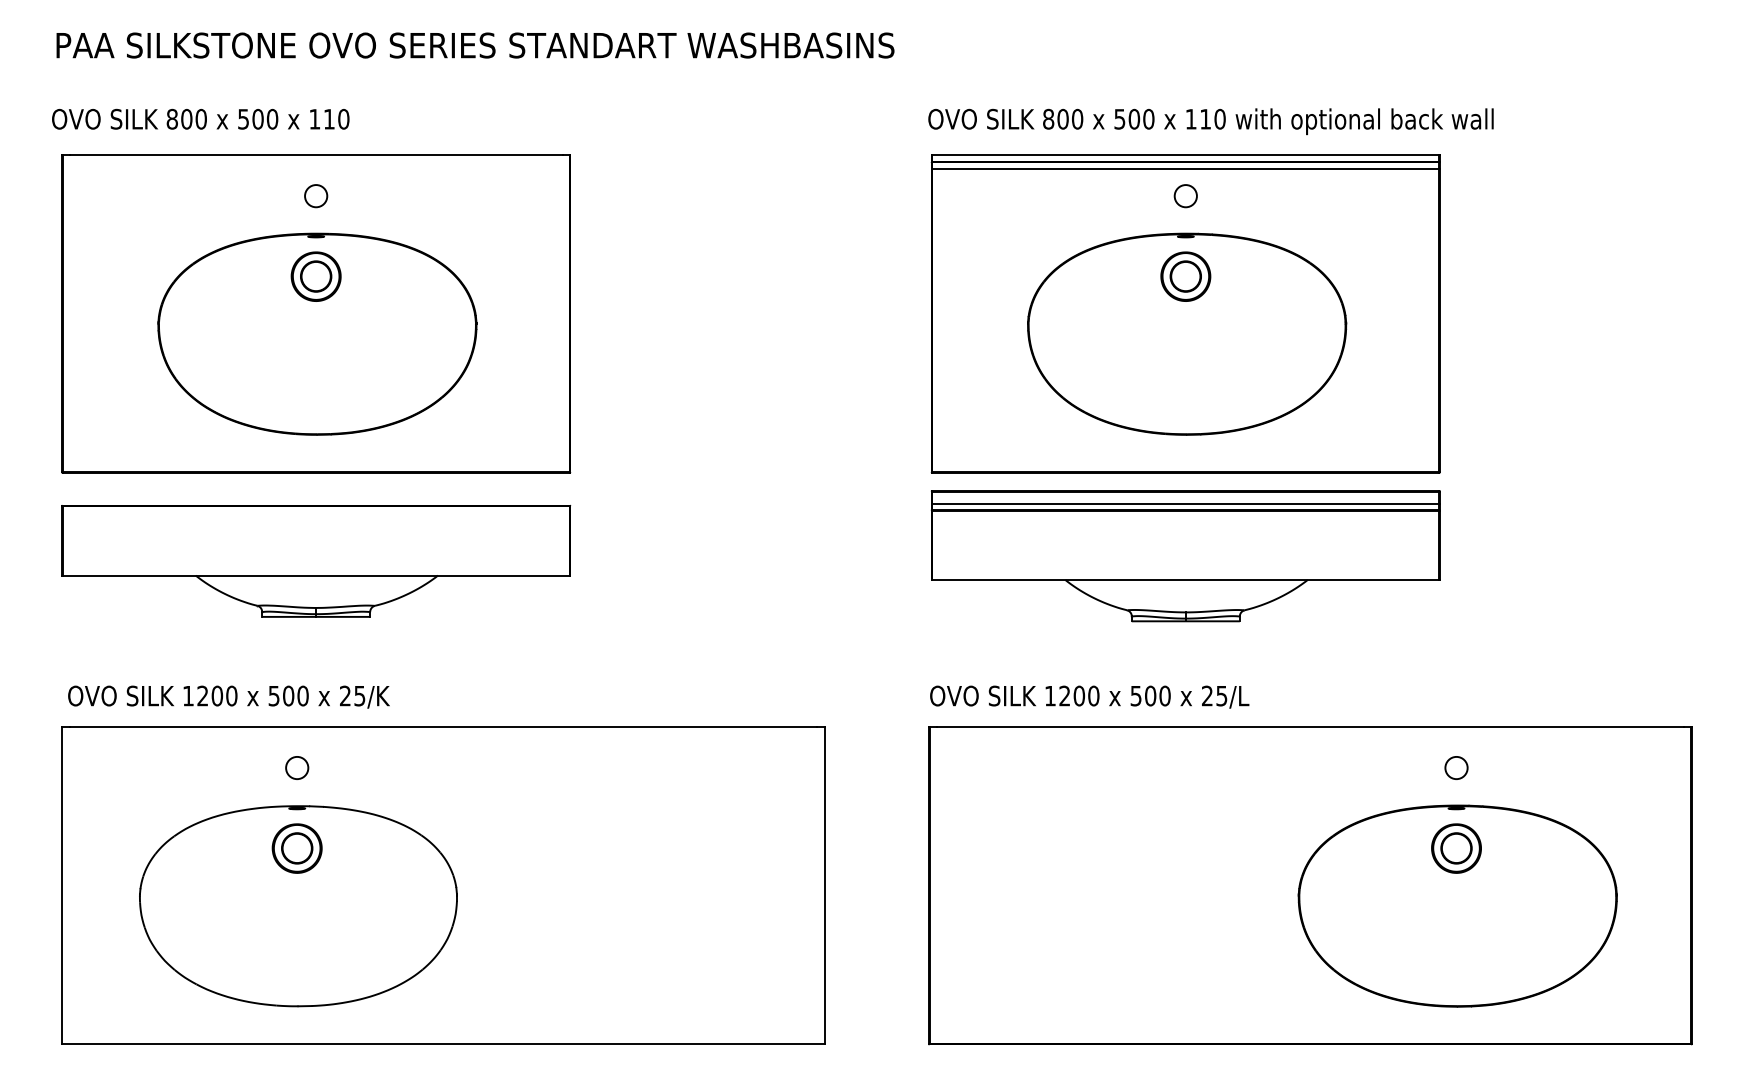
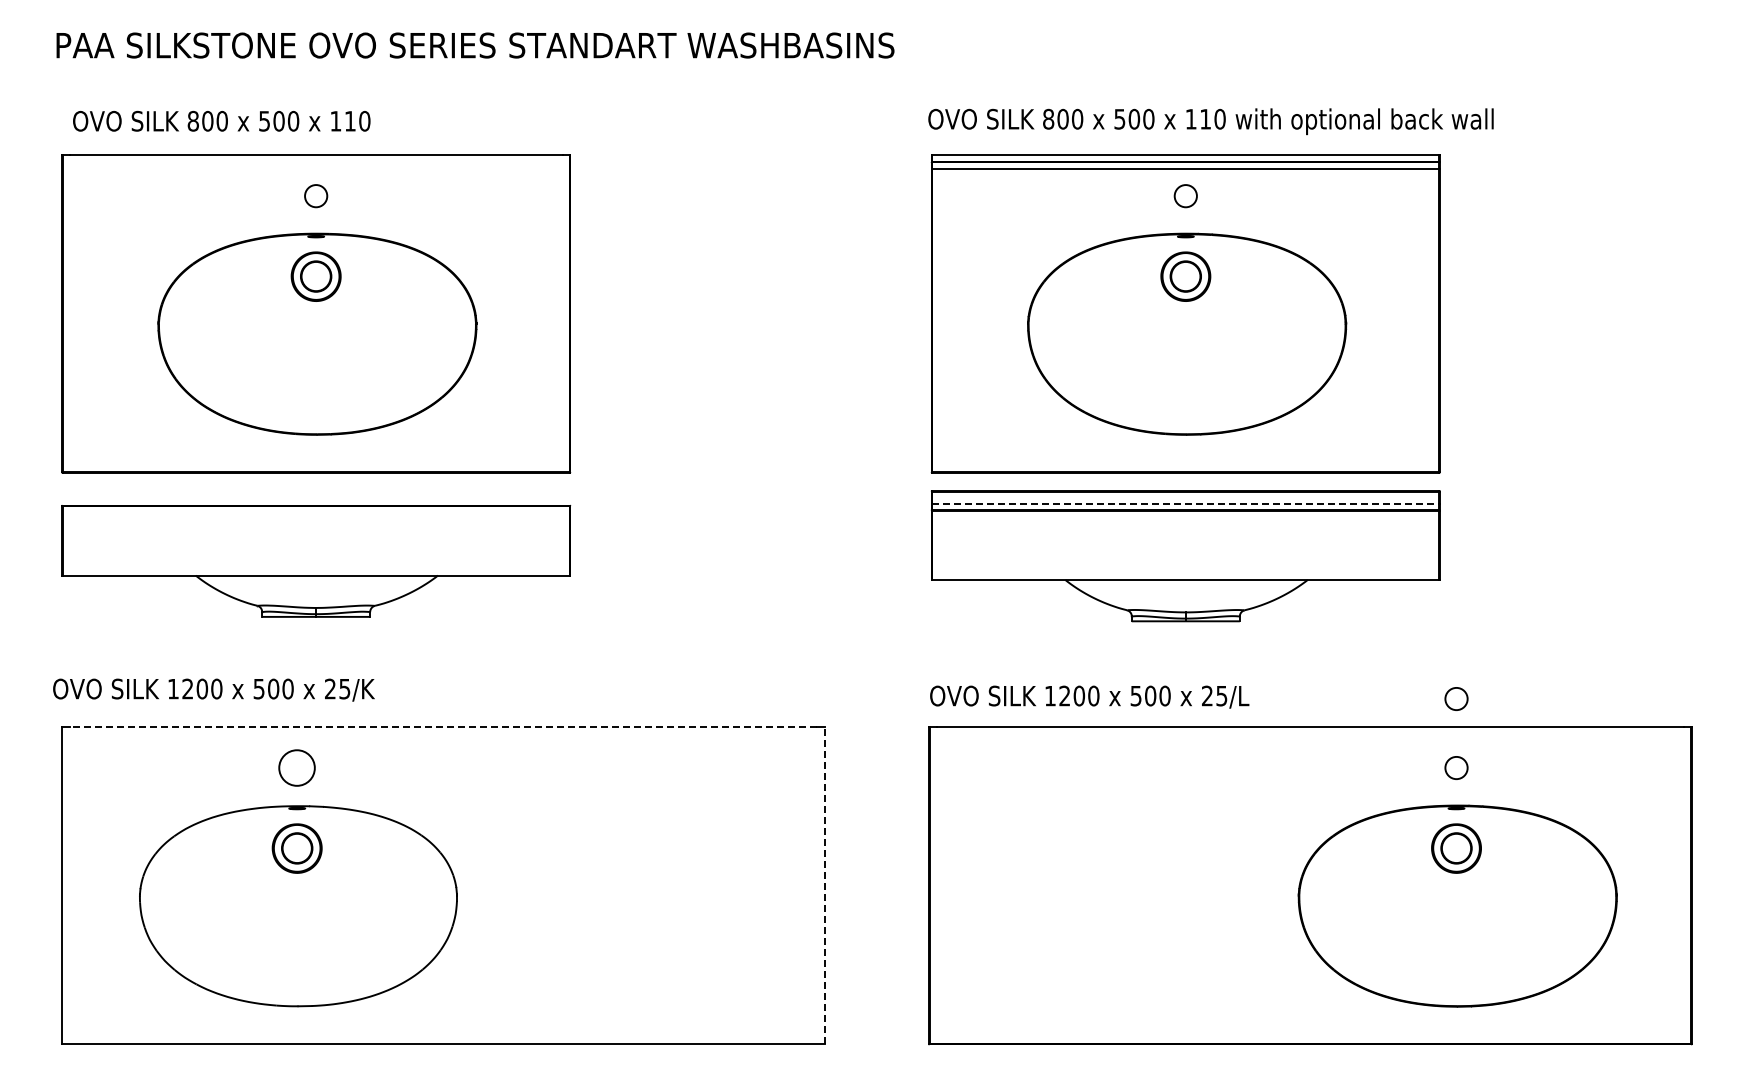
text at (200, 118) position: (200, 118) -> (221, 120)
line at (1185, 503): solid -> dashed
text at (228, 696) position: (228, 696) -> (213, 689)
circle at (1456, 698): none -> present
line at (443, 726): solid -> dashed
circle at (297, 767) size: 25x24 px -> 38x38 px
line at (824, 885): solid -> dashed
